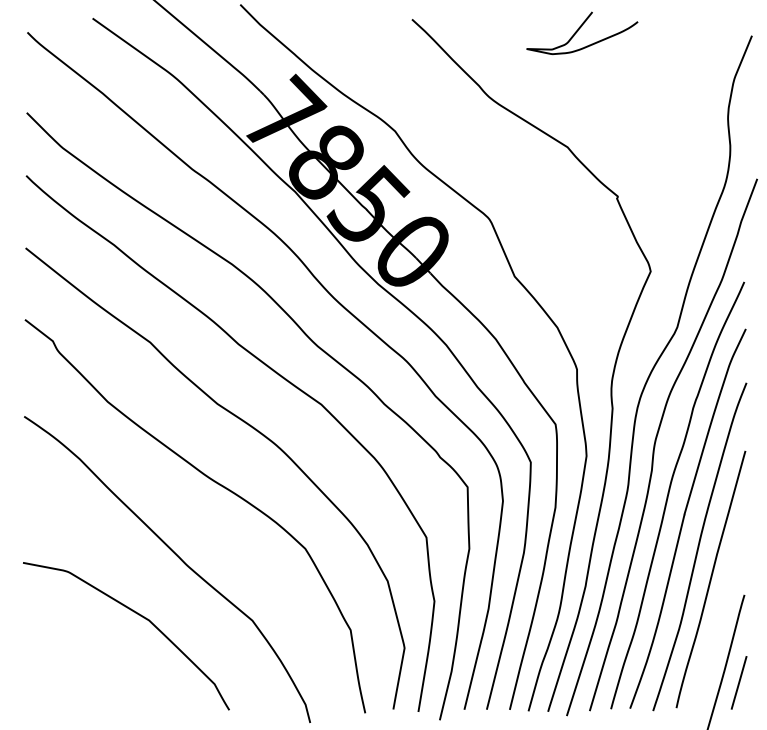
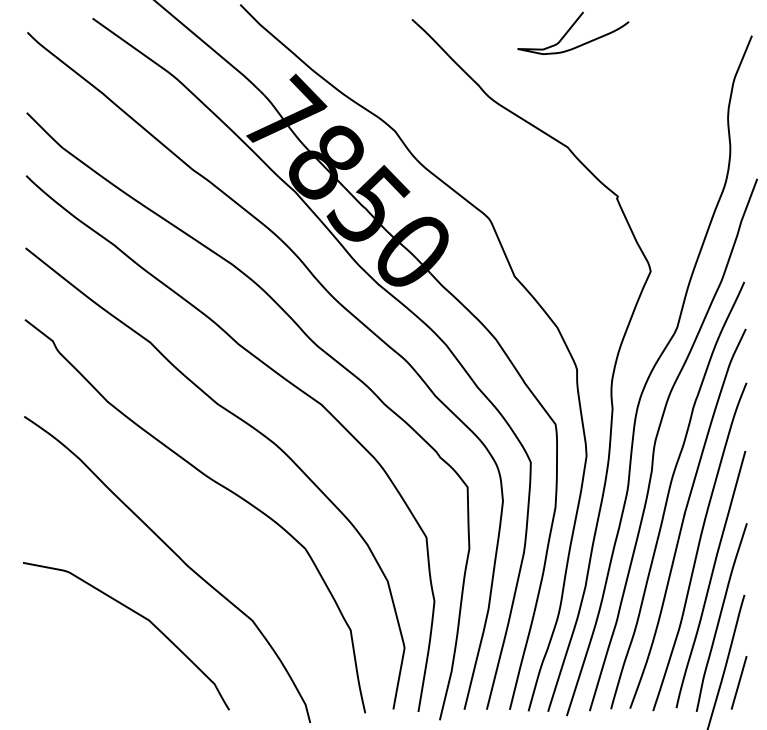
curve at (578, 31) position: (578, 31) -> (569, 31)
curve at (720, 617): none -> present
